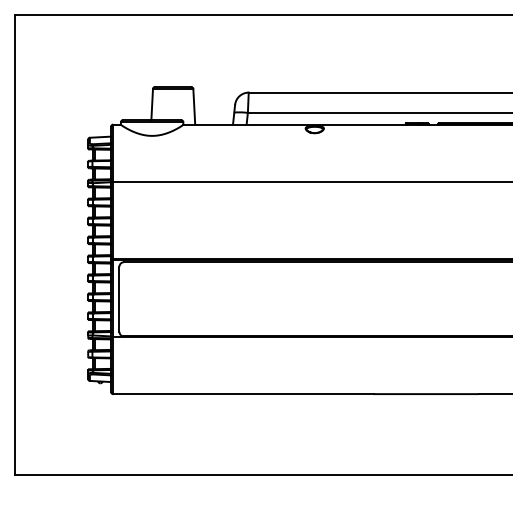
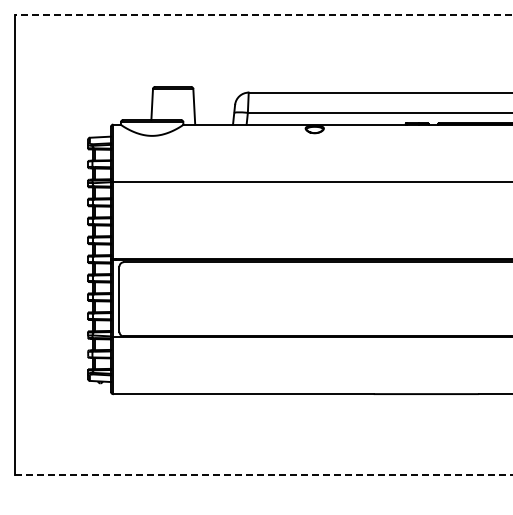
line at (264, 15): solid -> dashed
line at (264, 475): solid -> dashed
